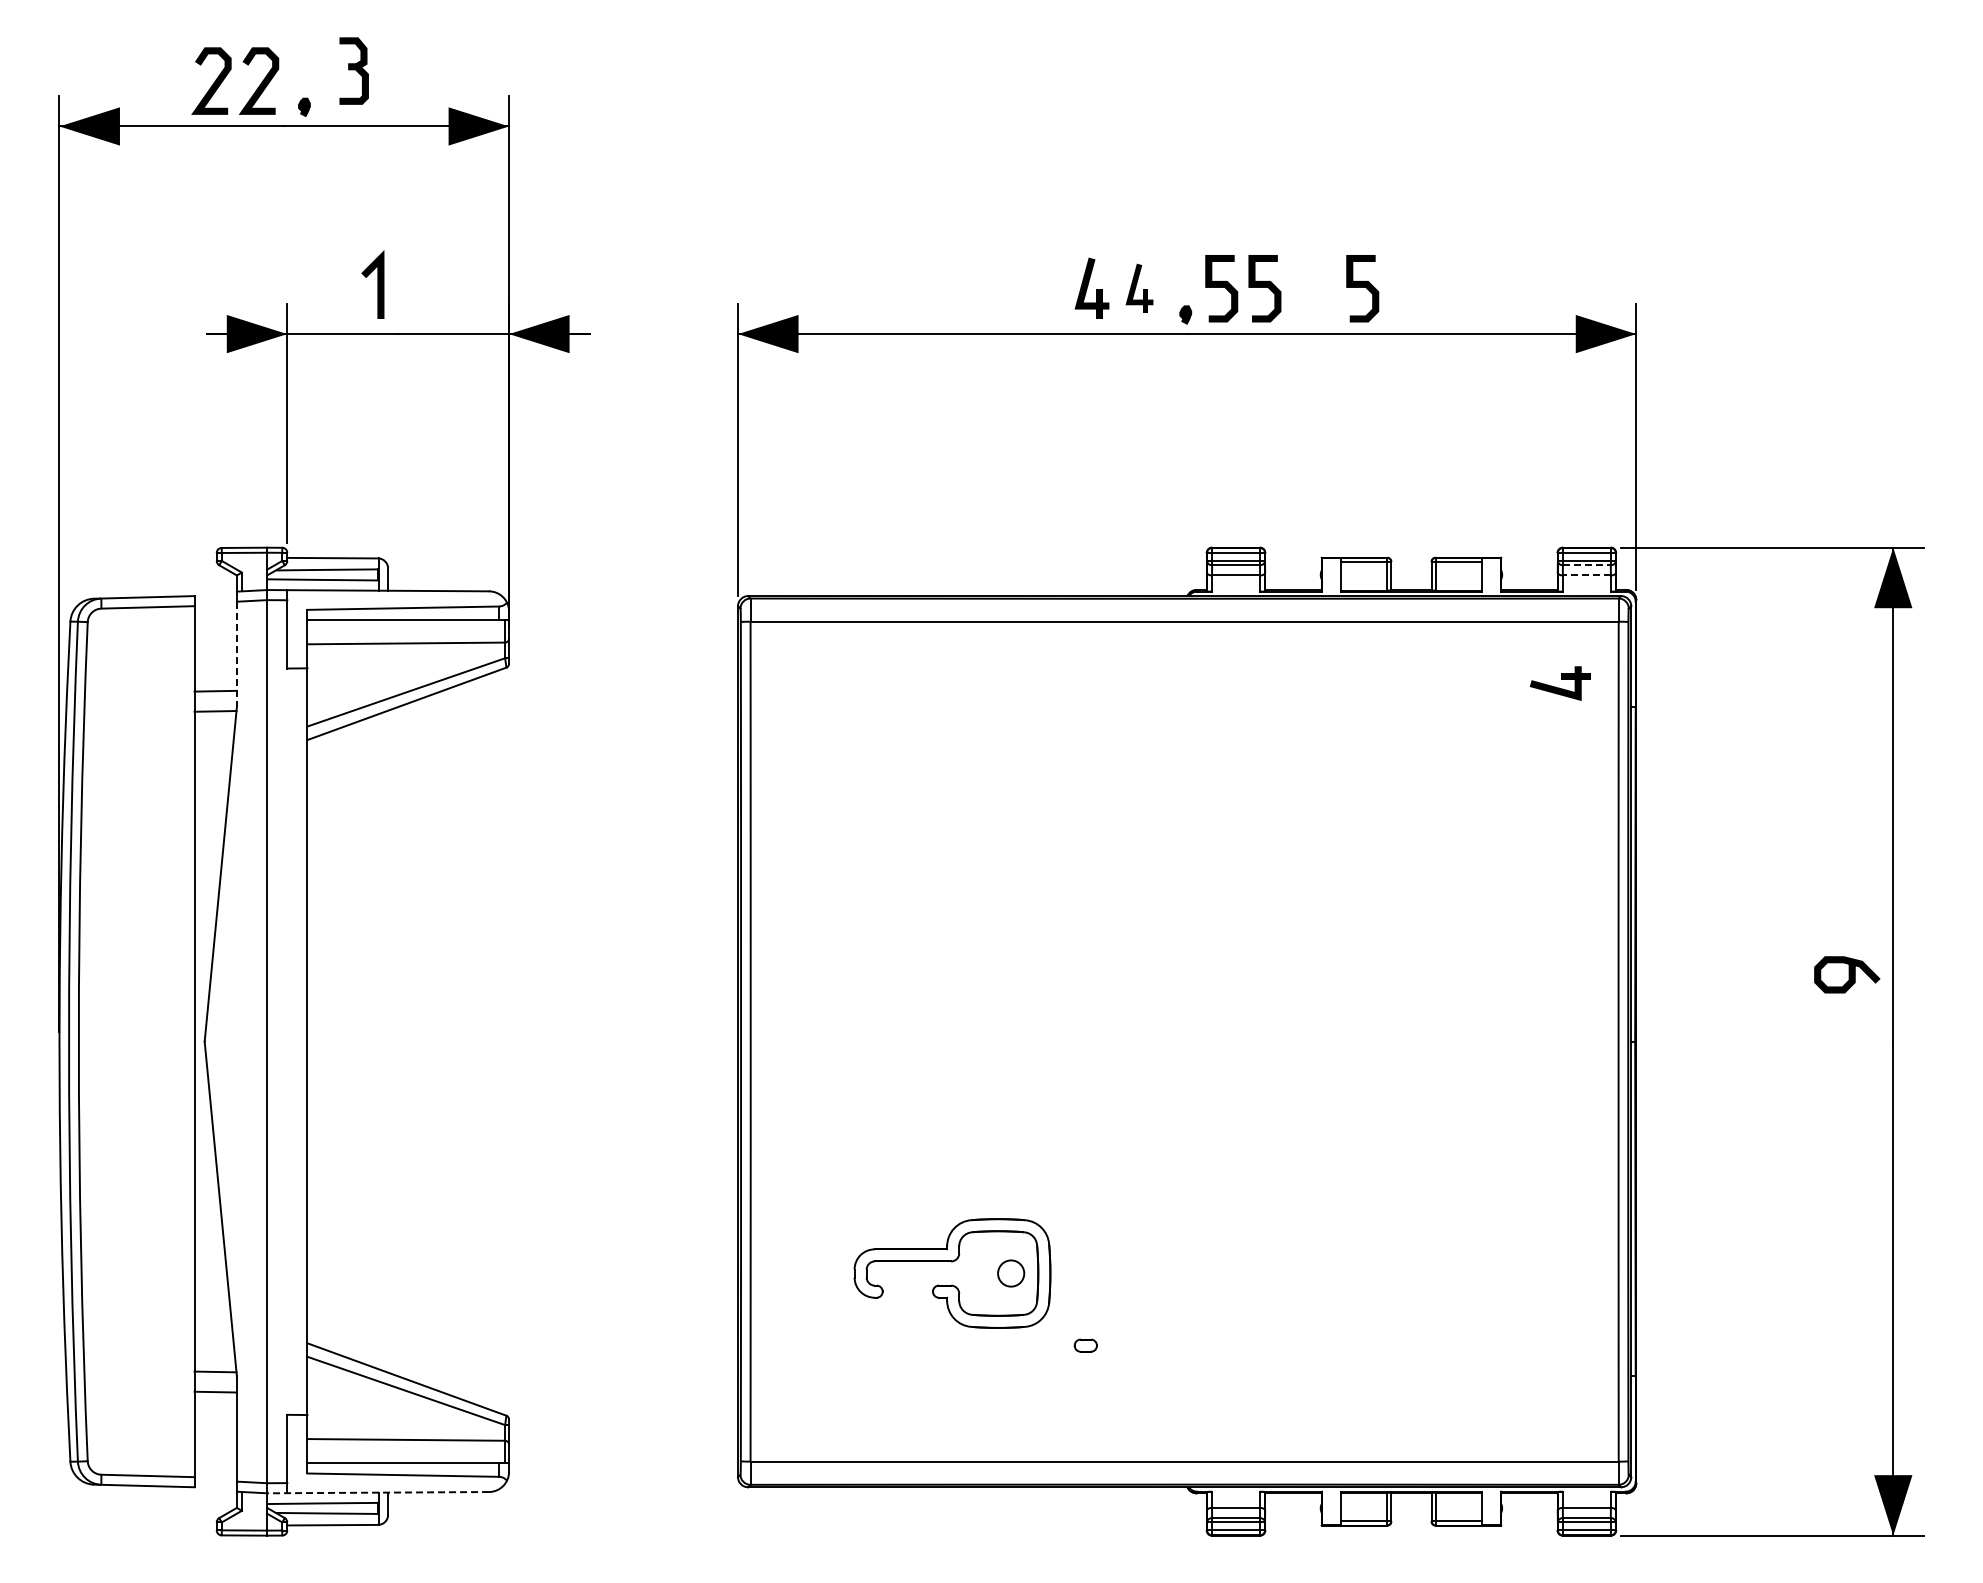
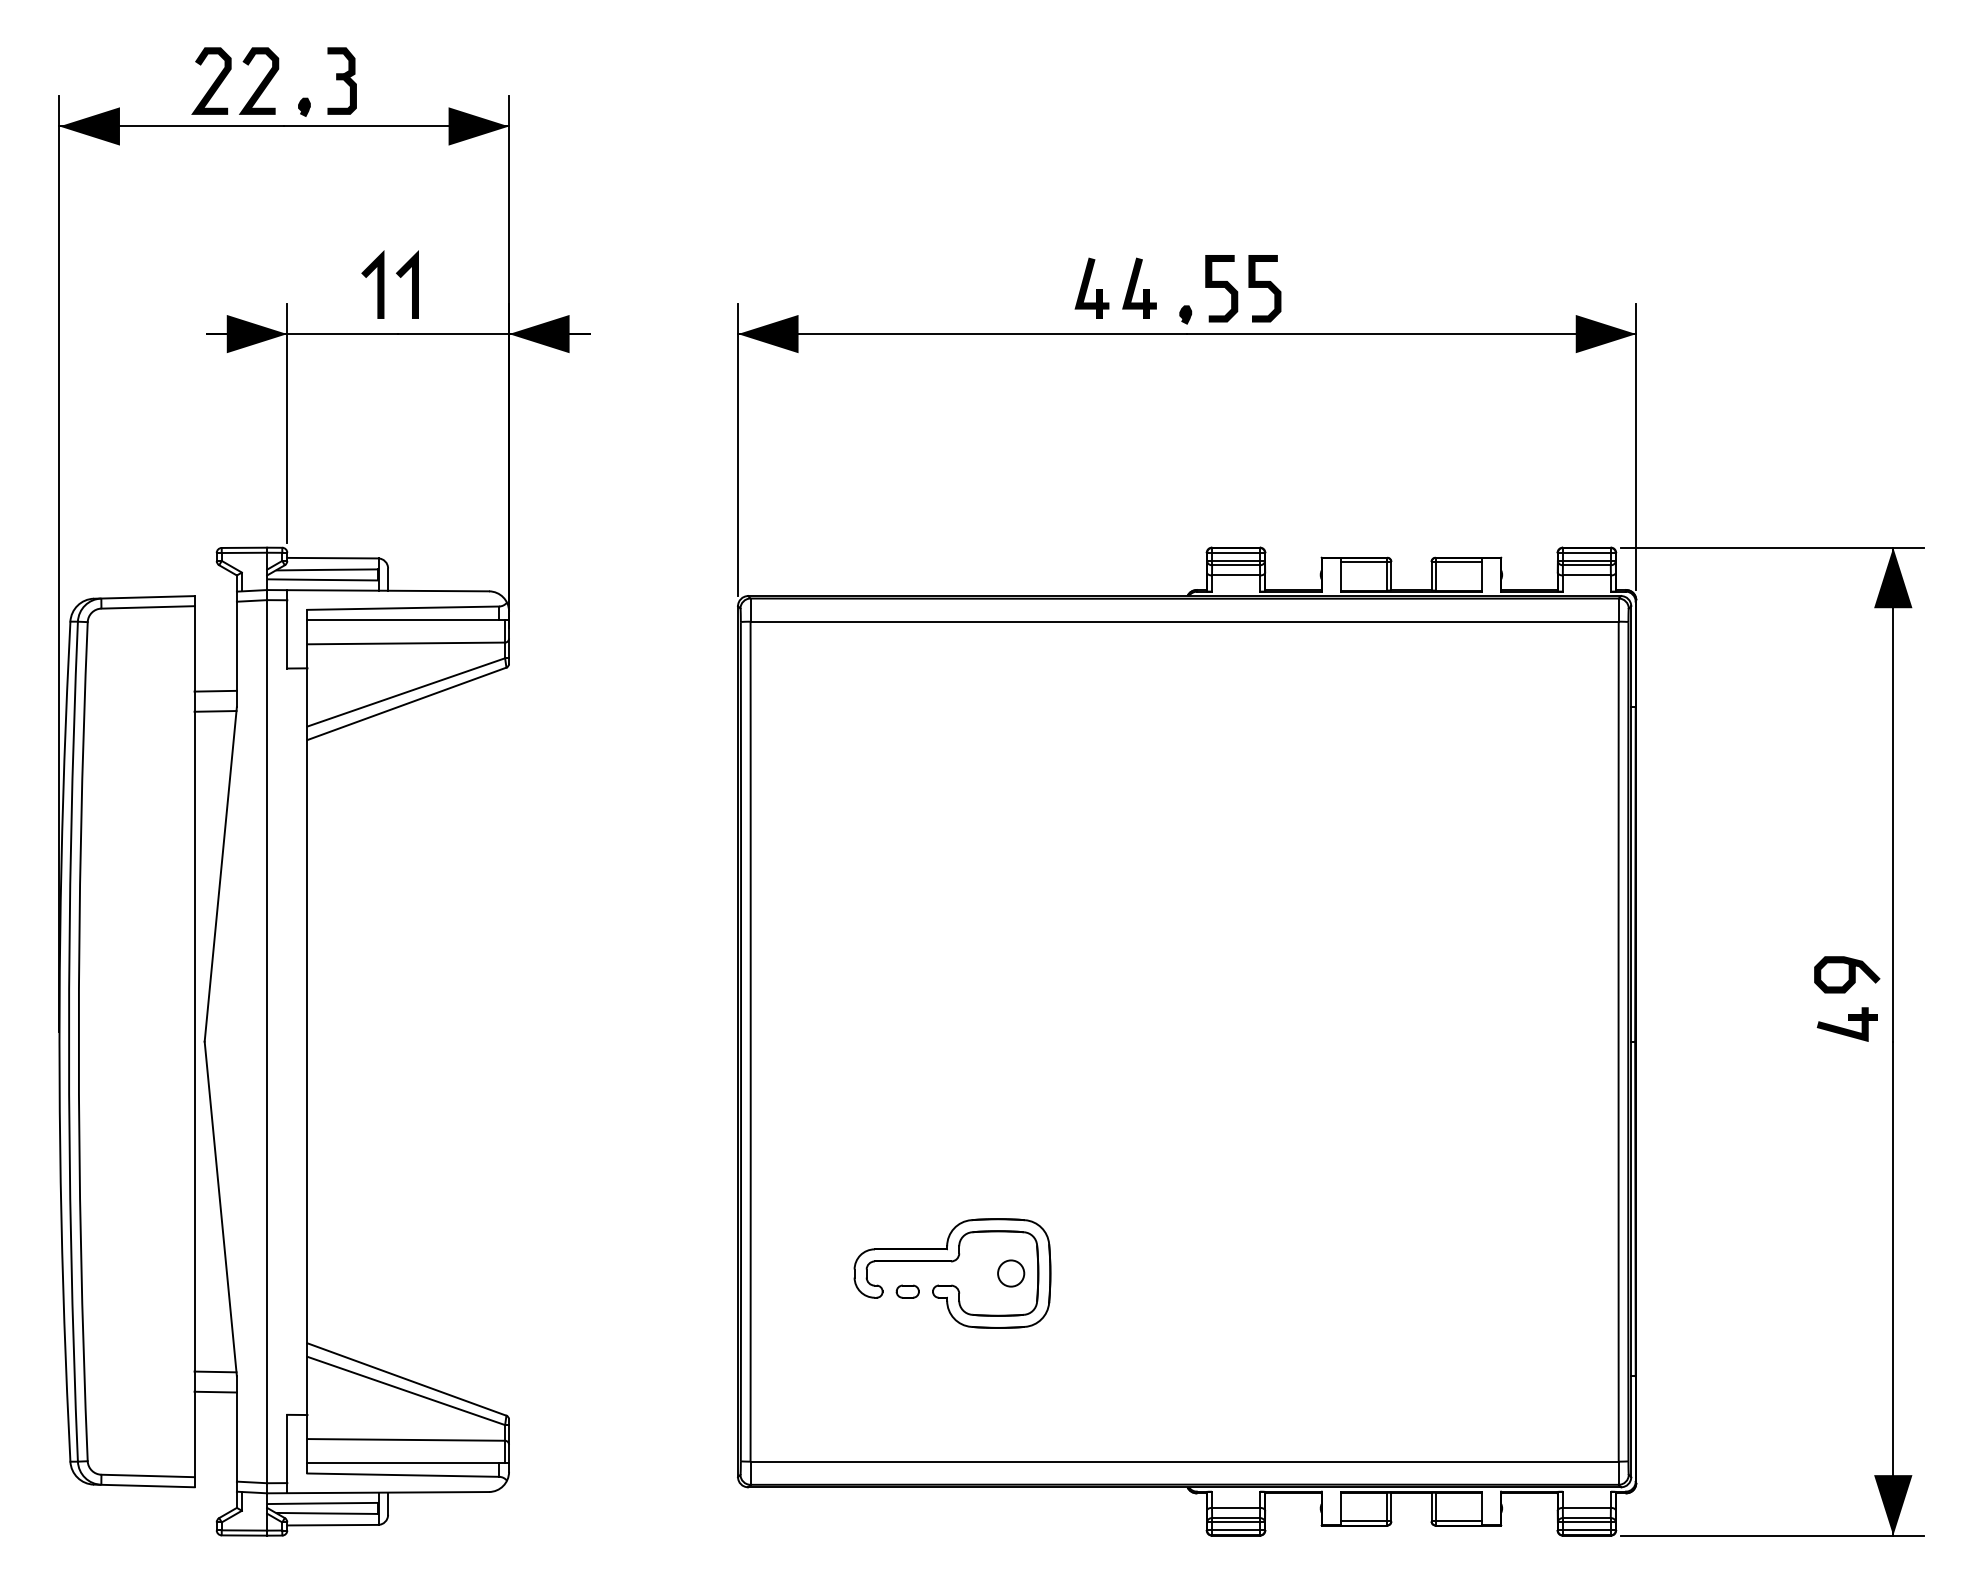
part at (353, 70) position: (353, 70) -> (341, 80)
line at (412, 284): none -> present
part at (1139, 287) size: 29x50 px -> 35x62 px
curve at (1362, 287): present -> none
line at (1586, 565): dashed -> solid
line at (1586, 575): dashed -> solid
line at (236, 654): dashed -> solid
part at (1559, 683) position: (1559, 683) -> (1846, 1024)
part at (1085, 1345) position: (1085, 1345) -> (907, 1291)
line at (378, 1492): dashed -> solid
